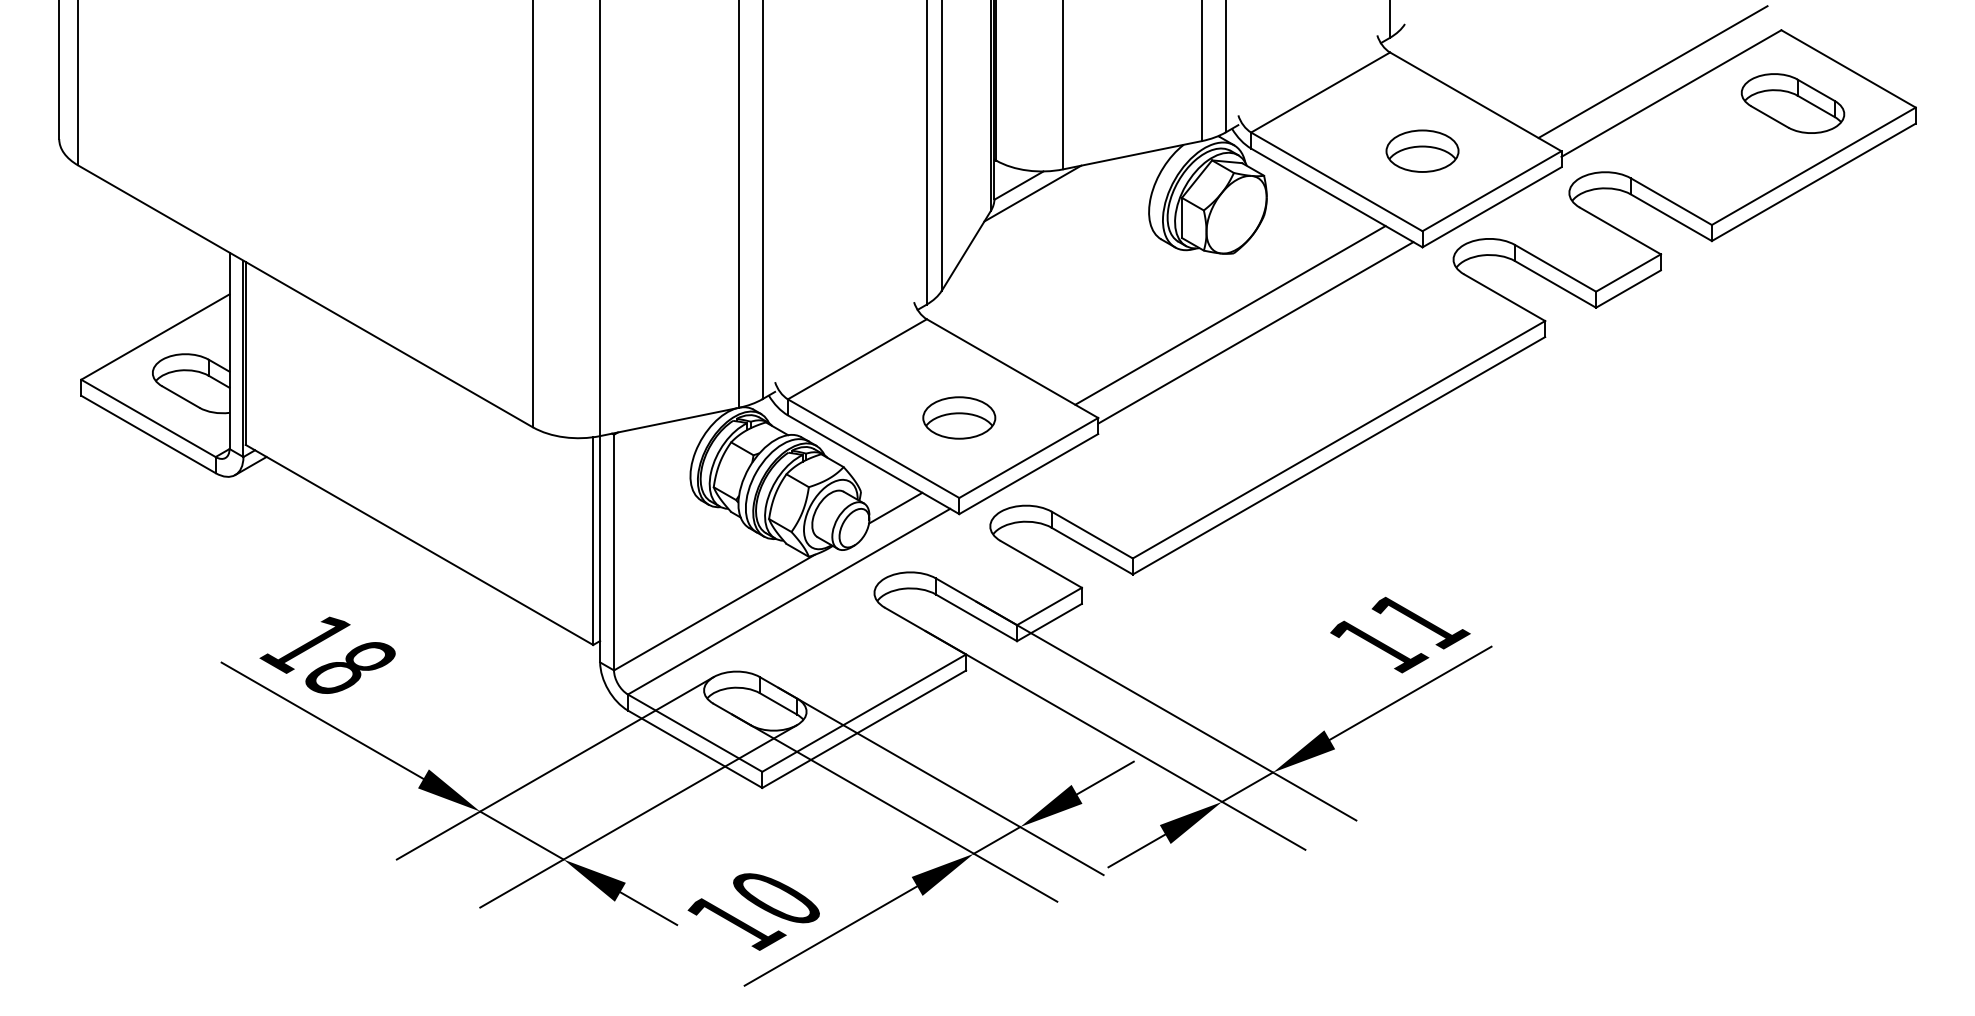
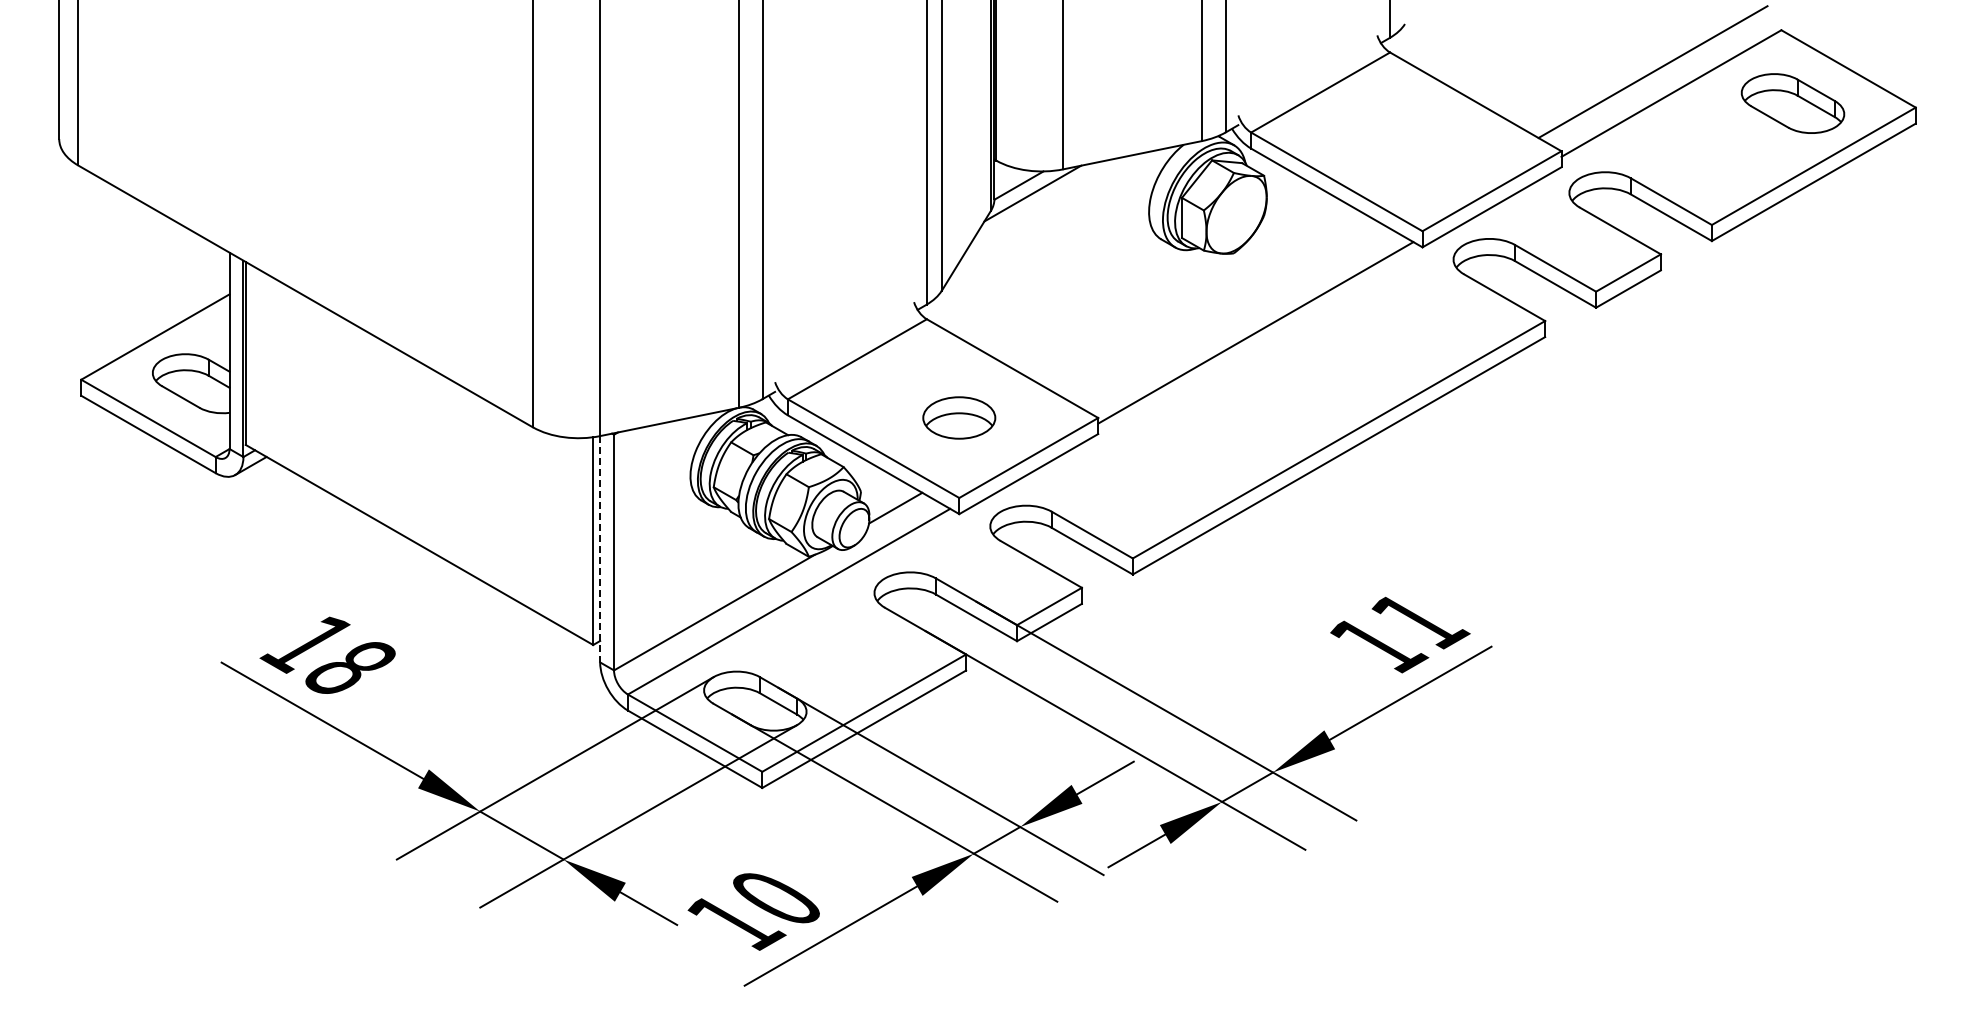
part at (1422, 150): present -> none
line at (1230, 315): present -> none
line at (600, 549): solid -> dashed
